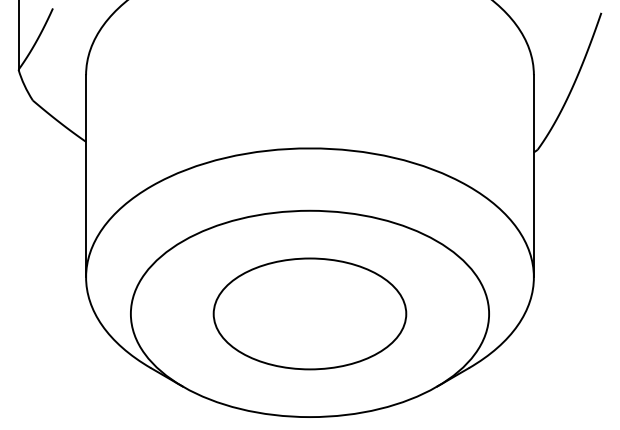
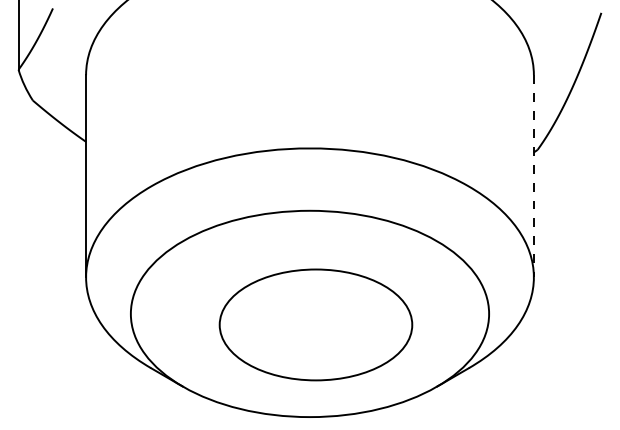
line at (533, 176): solid -> dashed
part at (309, 313) position: (309, 313) -> (315, 324)
